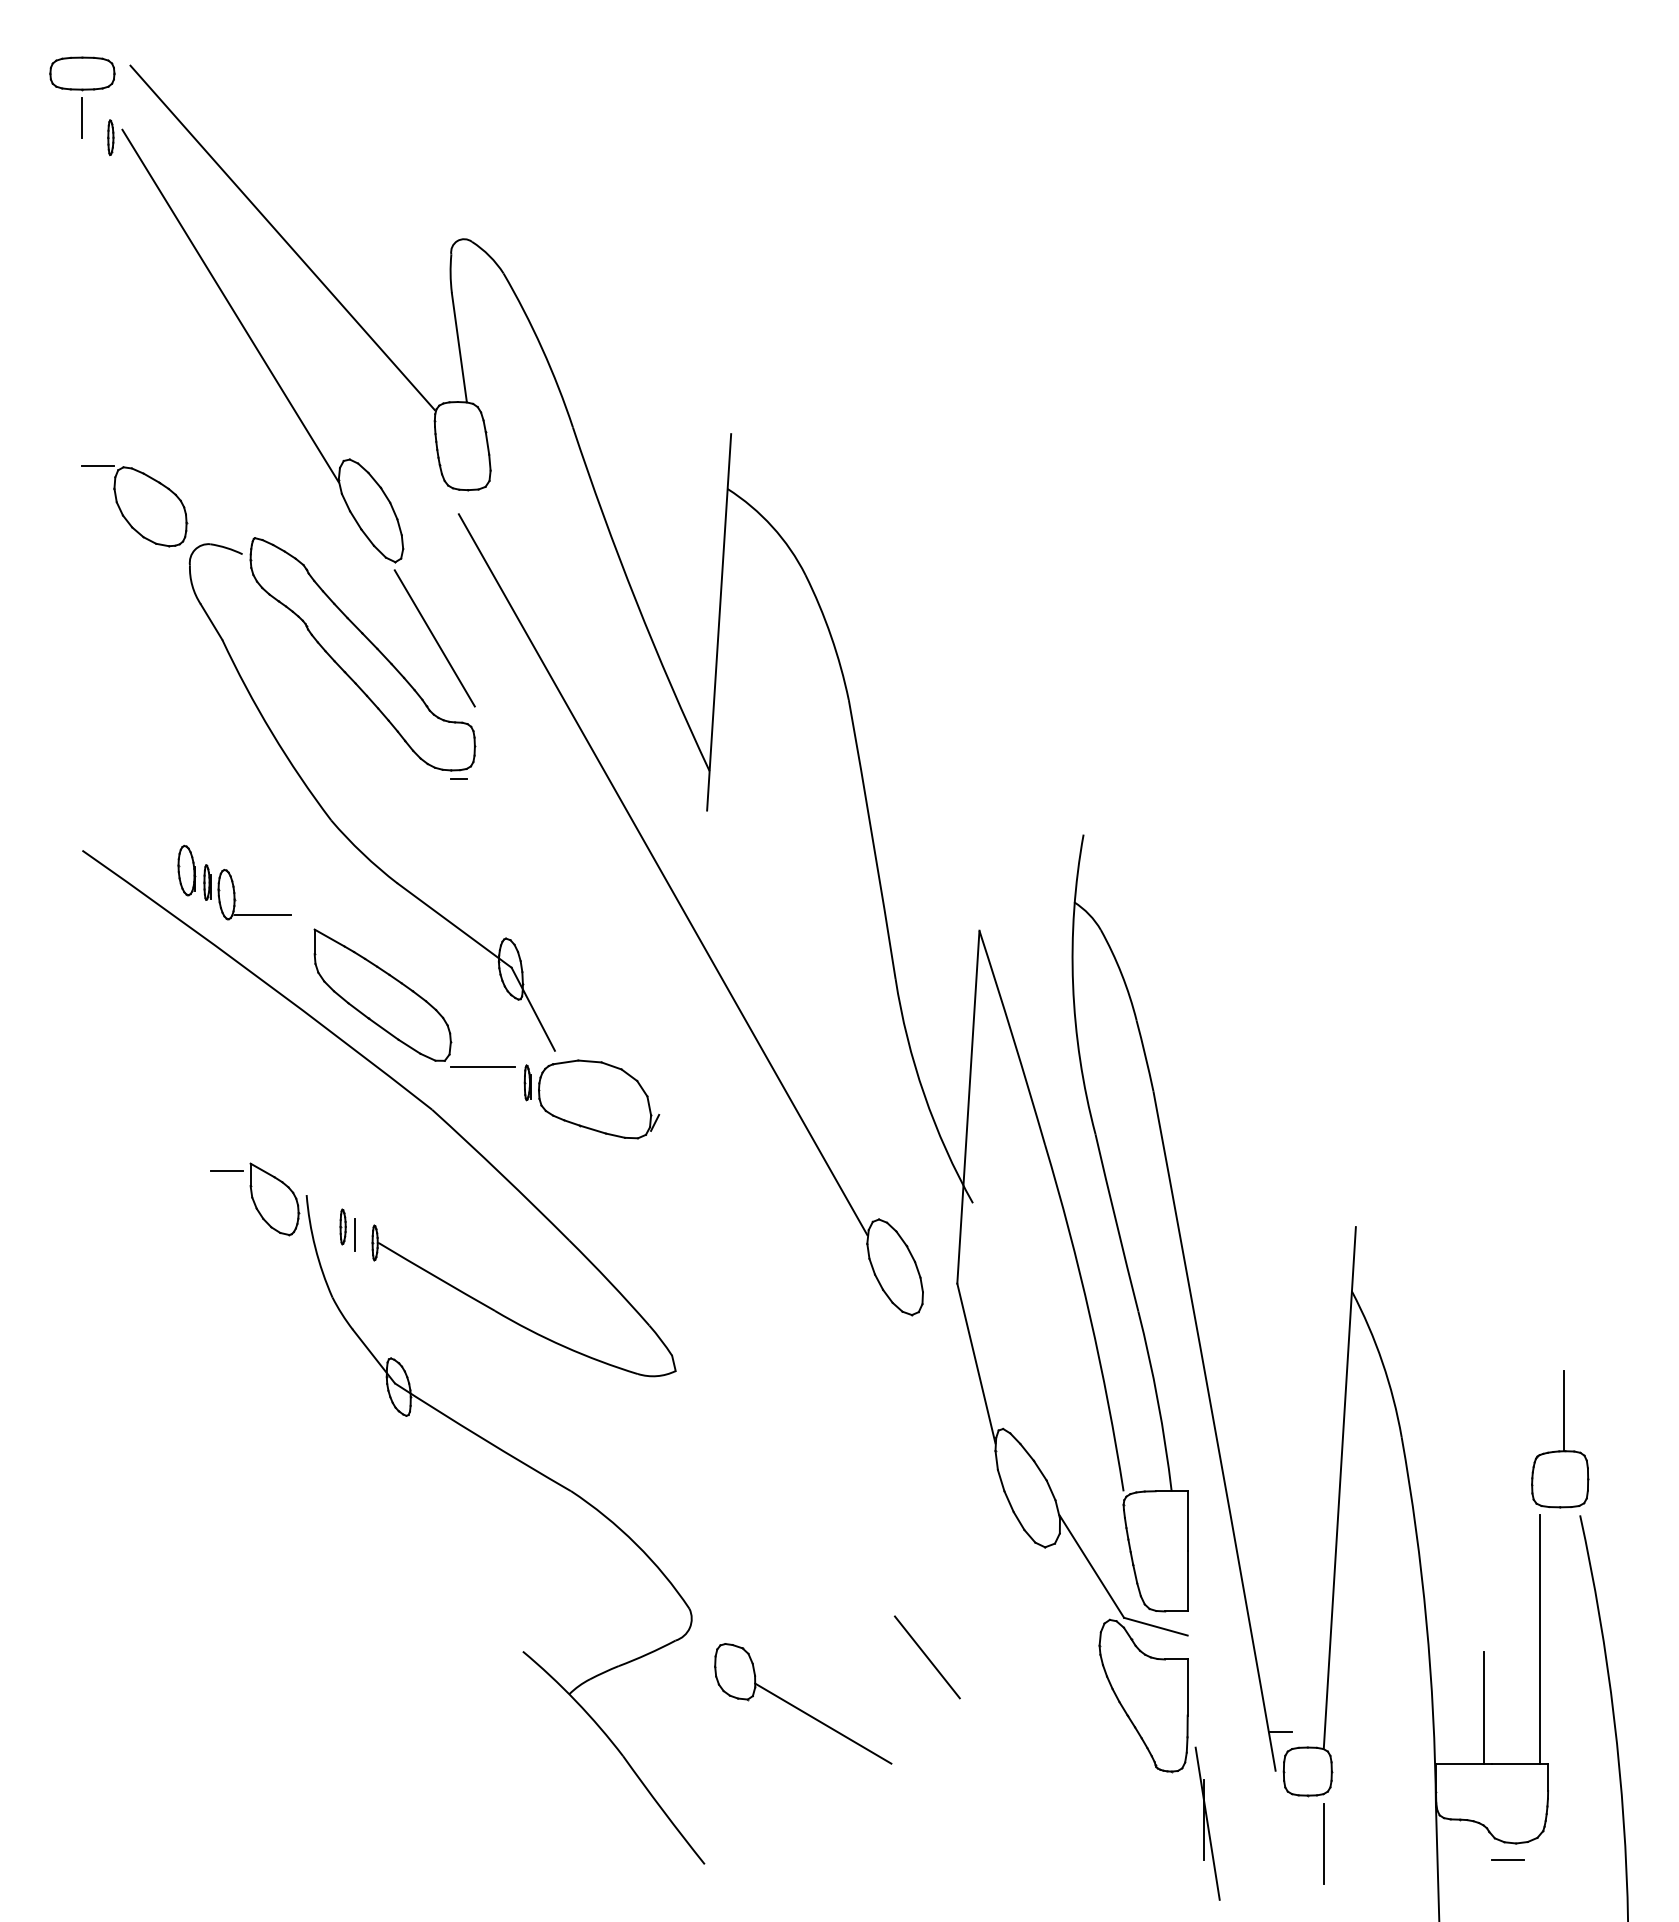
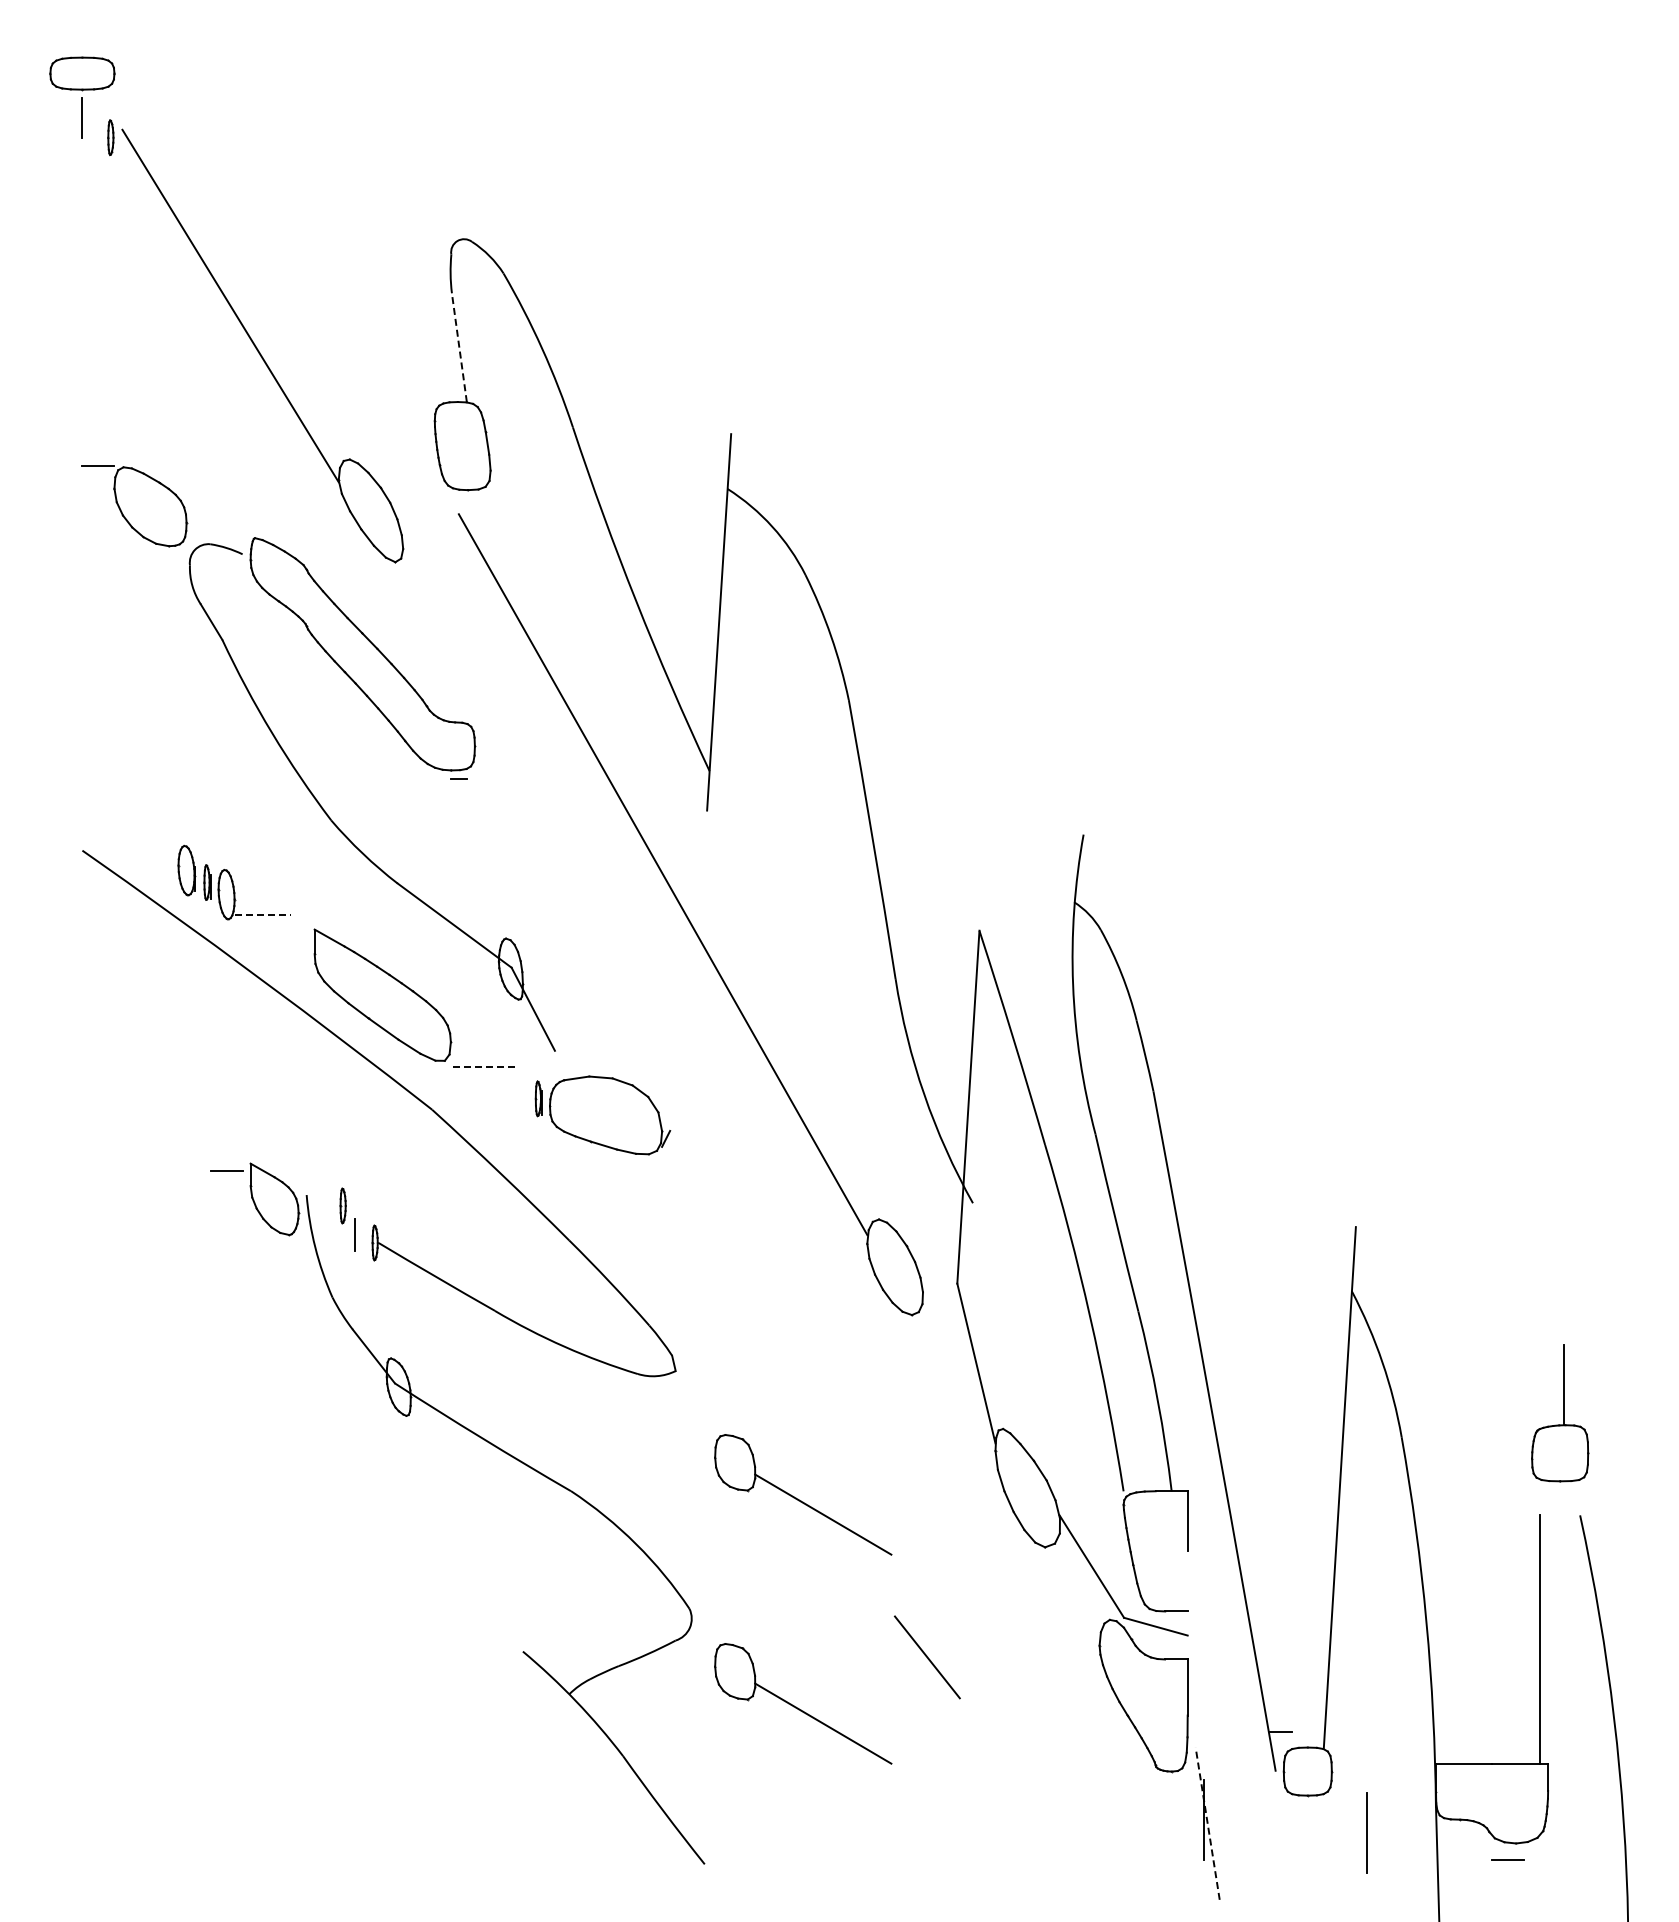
line at (282, 237): present -> none
line at (459, 347): solid -> dashed
line at (434, 638): present -> none
line at (263, 914): solid -> dashed
line at (482, 1066): solid -> dashed
part at (591, 1099) position: (591, 1099) -> (602, 1115)
part at (342, 1226) position: (342, 1226) -> (342, 1205)
part at (1560, 1439) position: (1560, 1439) -> (1560, 1413)
part at (801, 1500): none -> present
line at (1187, 1581): present -> none
line at (1484, 1707): present -> none
line at (1207, 1823): solid -> dashed
line at (1323, 1843) position: (1323, 1843) -> (1366, 1832)
